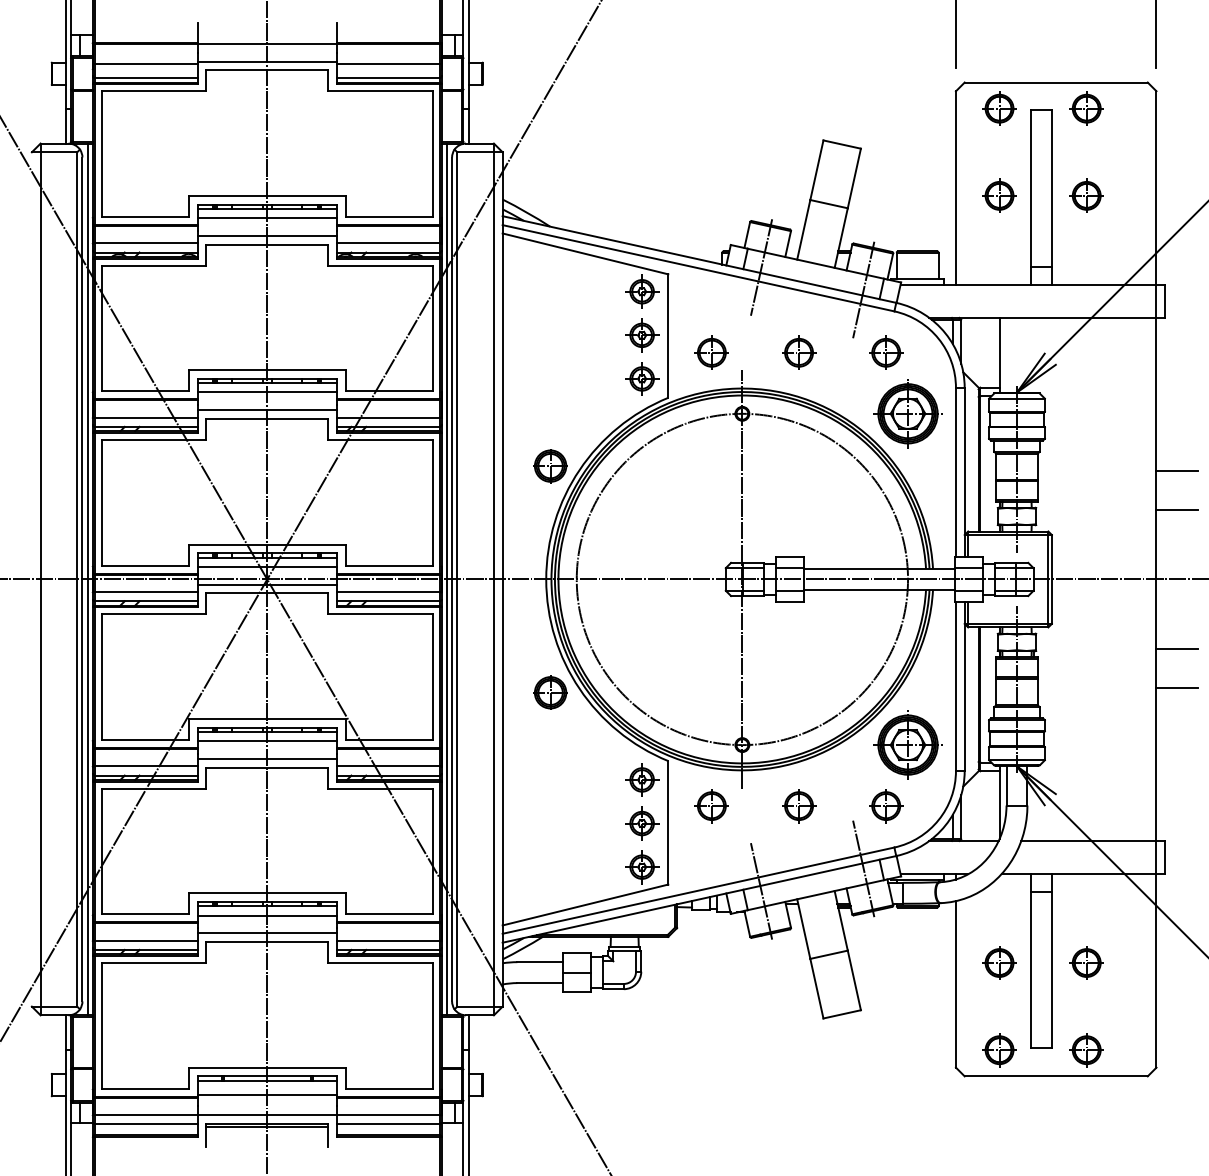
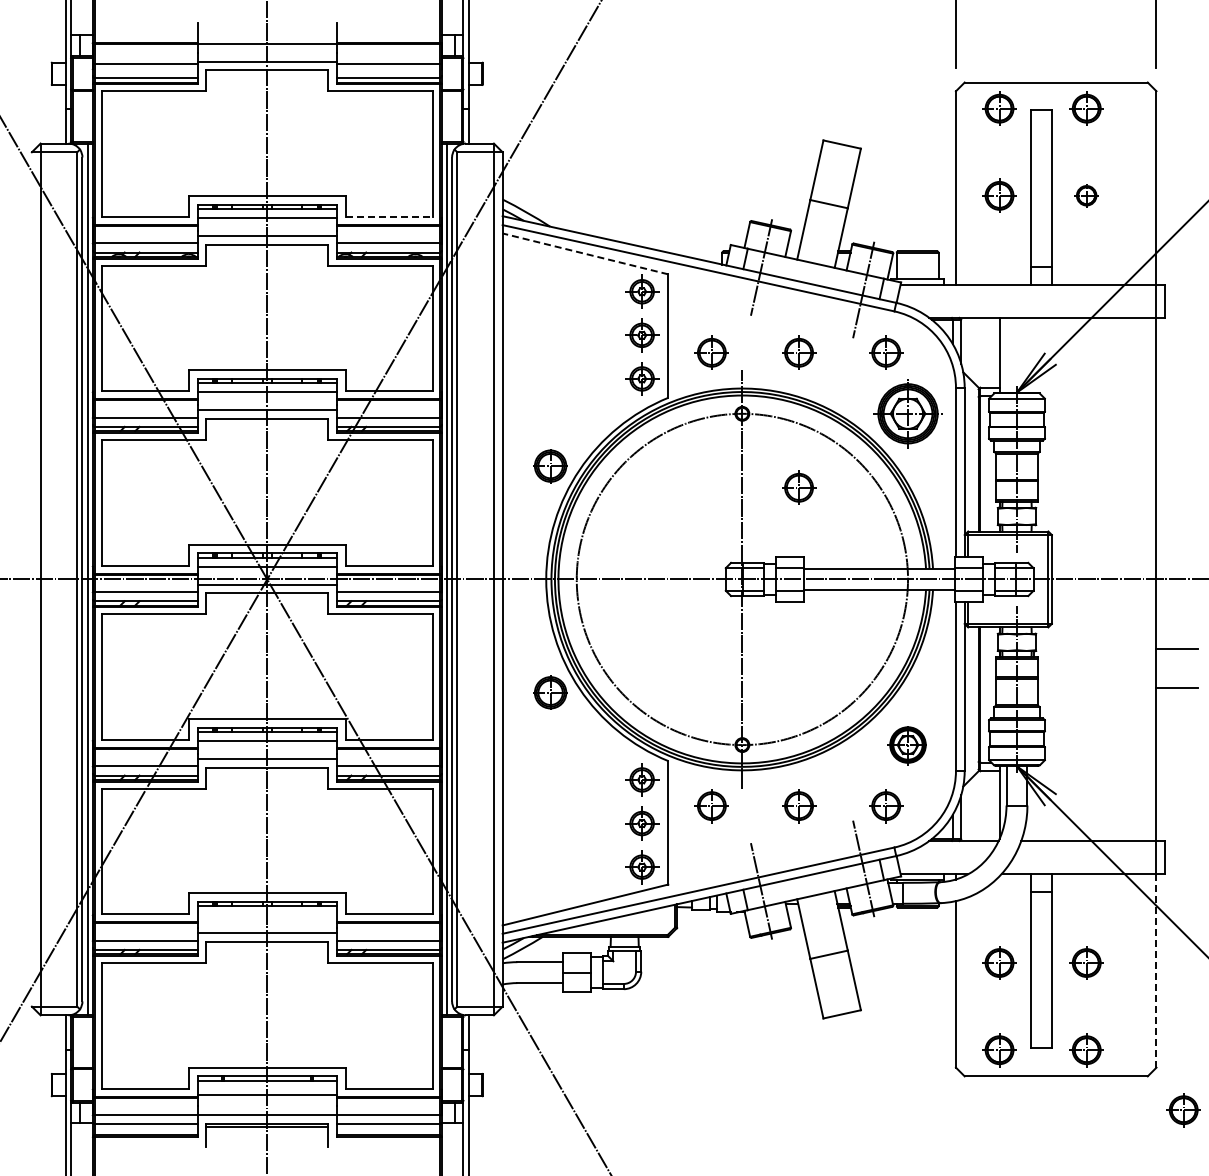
part at (1086, 195) size: 35x35 px -> 25x24 px
line at (389, 216): solid -> dashed
line at (584, 253): solid -> dashed
line at (1177, 471): present -> none
part at (799, 487): none -> present
line at (1177, 509): present -> none
part at (907, 744) size: 70x70 px -> 40x40 px
line at (267, 915): present -> none
line at (1156, 970): solid -> dashed
part at (1183, 1110): none -> present
